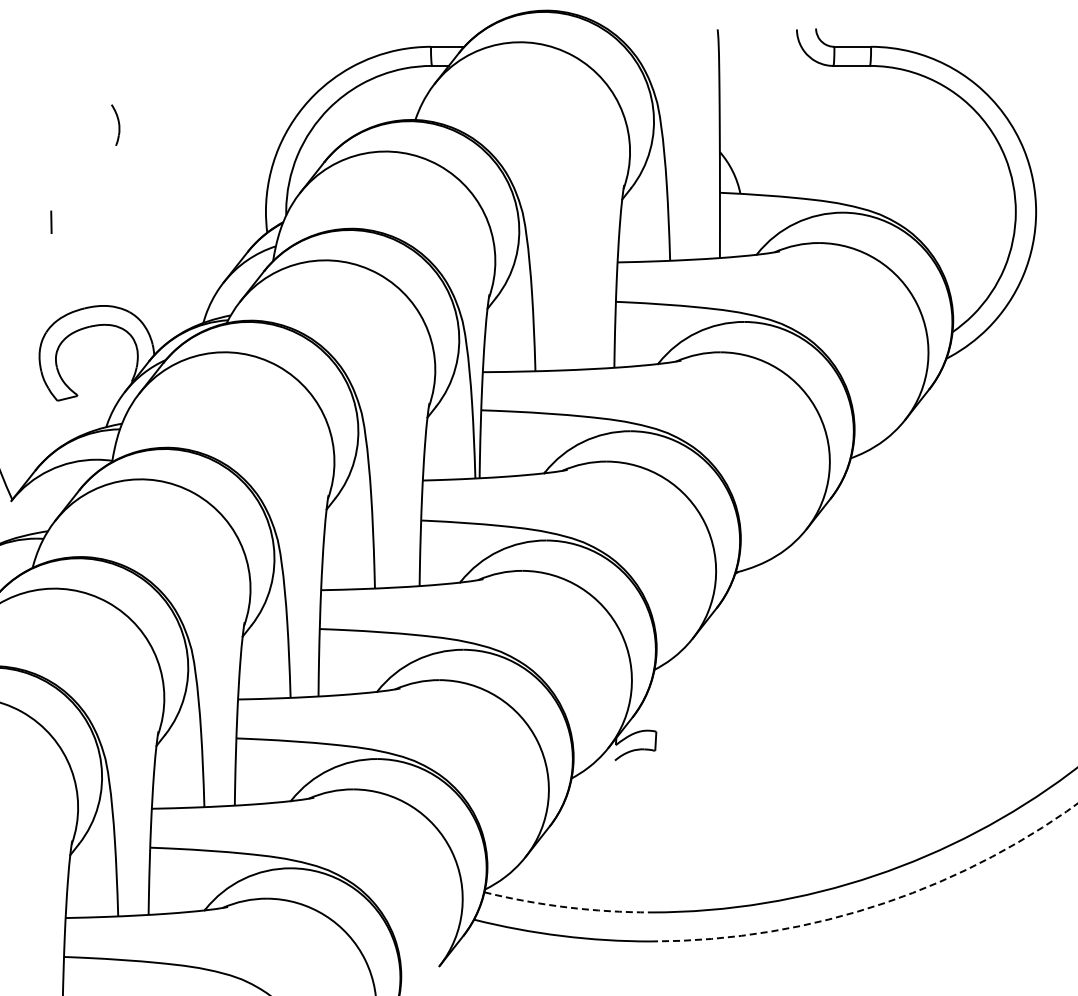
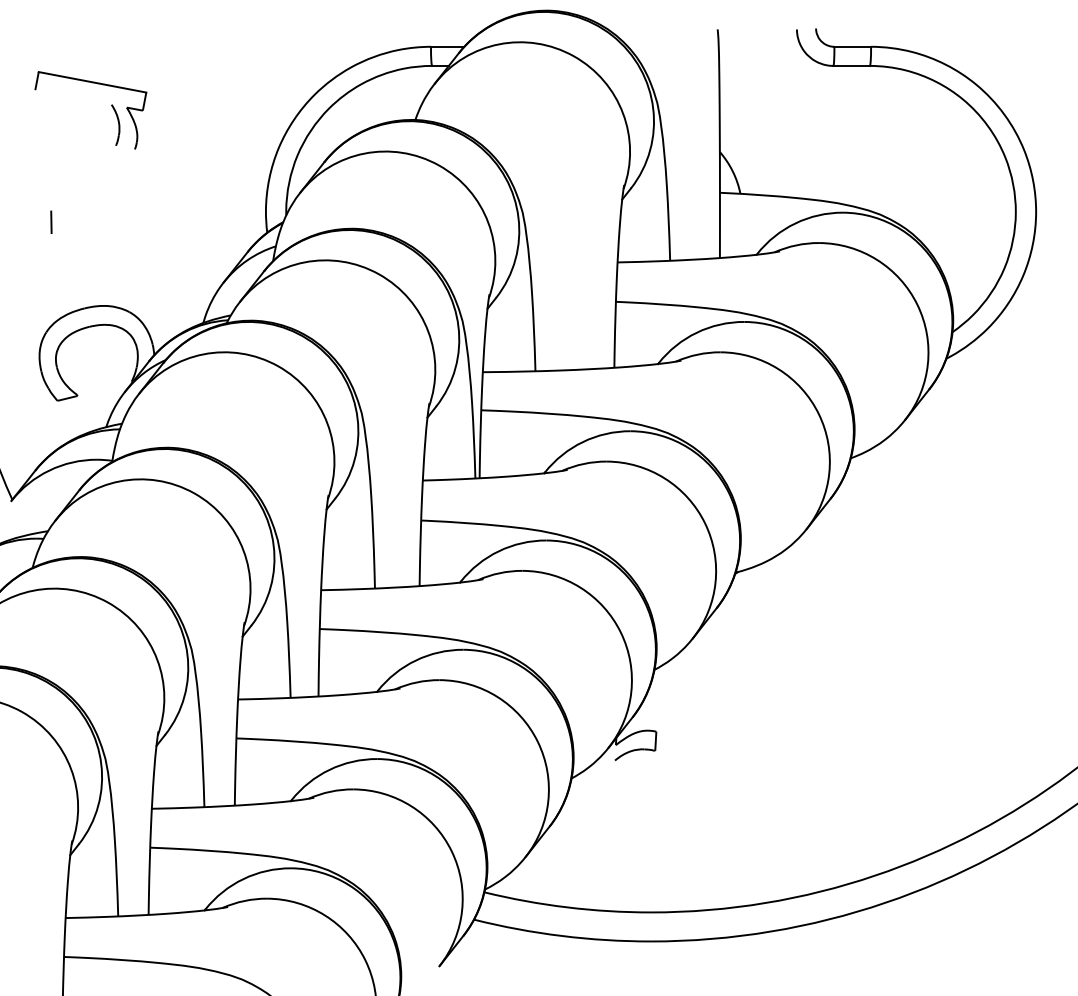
part at (97, 84): none -> present
arc at (875, 905): dashed -> solid
arc at (567, 907): dashed -> solid
